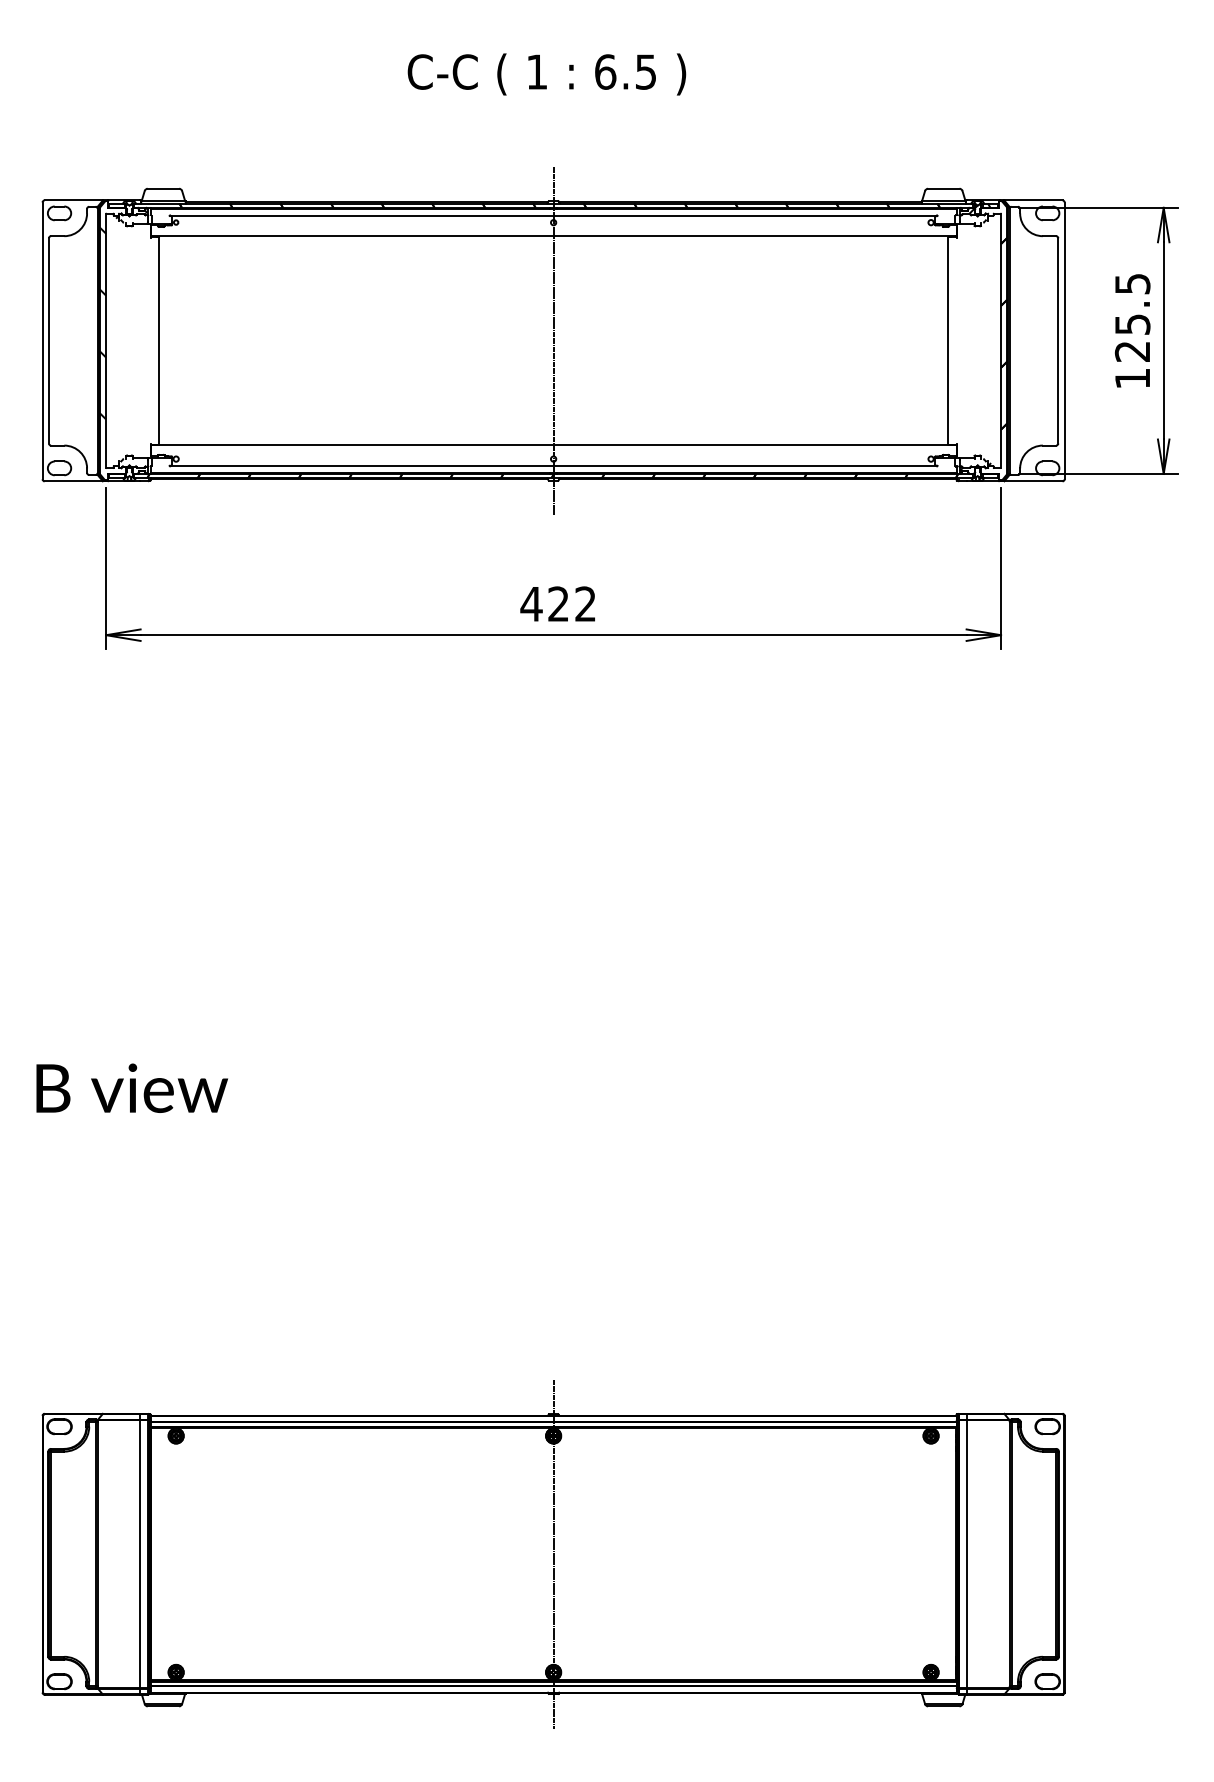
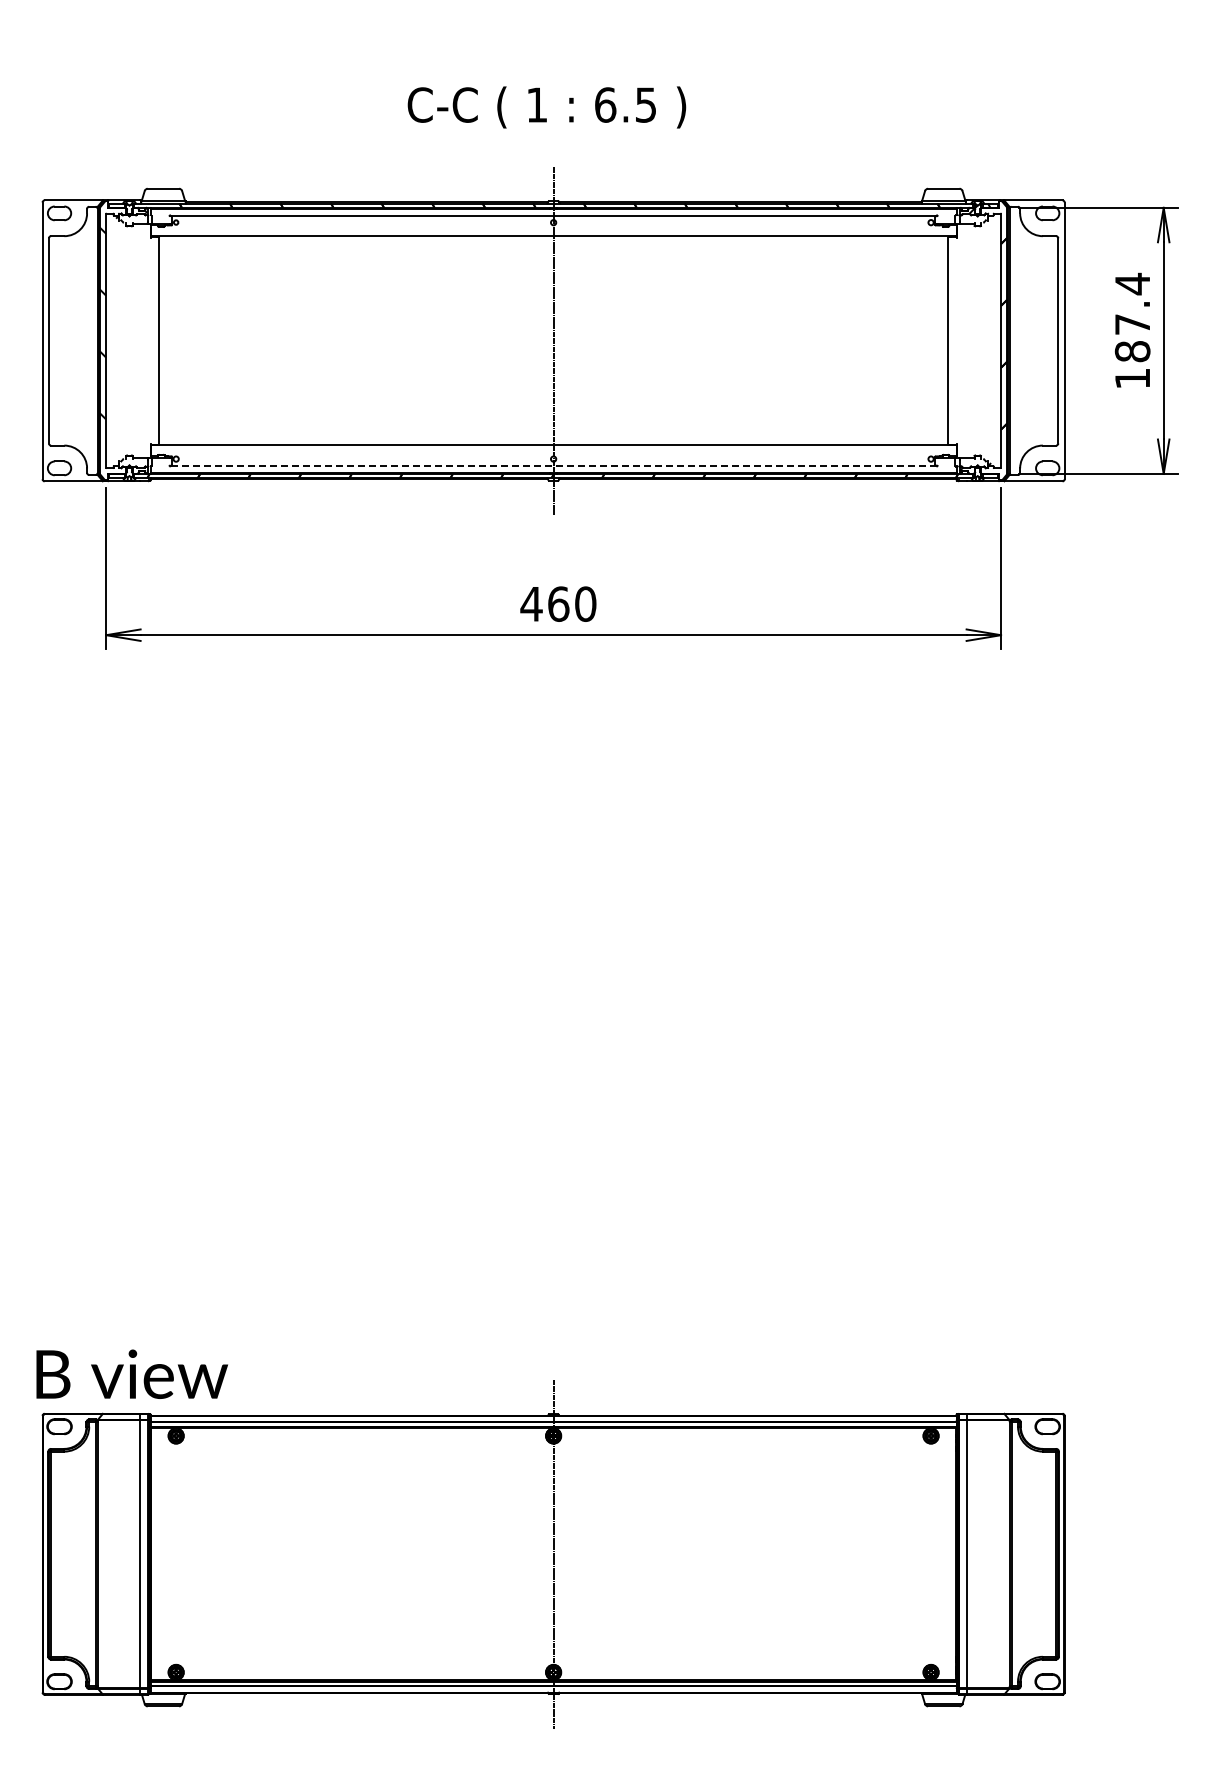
text at (546, 74) position: (546, 74) -> (546, 107)
text at (1132, 317): 125.5 -> 187.4
line at (553, 466): solid -> dashed
text at (572, 603): 422 -> 460
text at (131, 1087) position: (131, 1087) -> (131, 1373)
